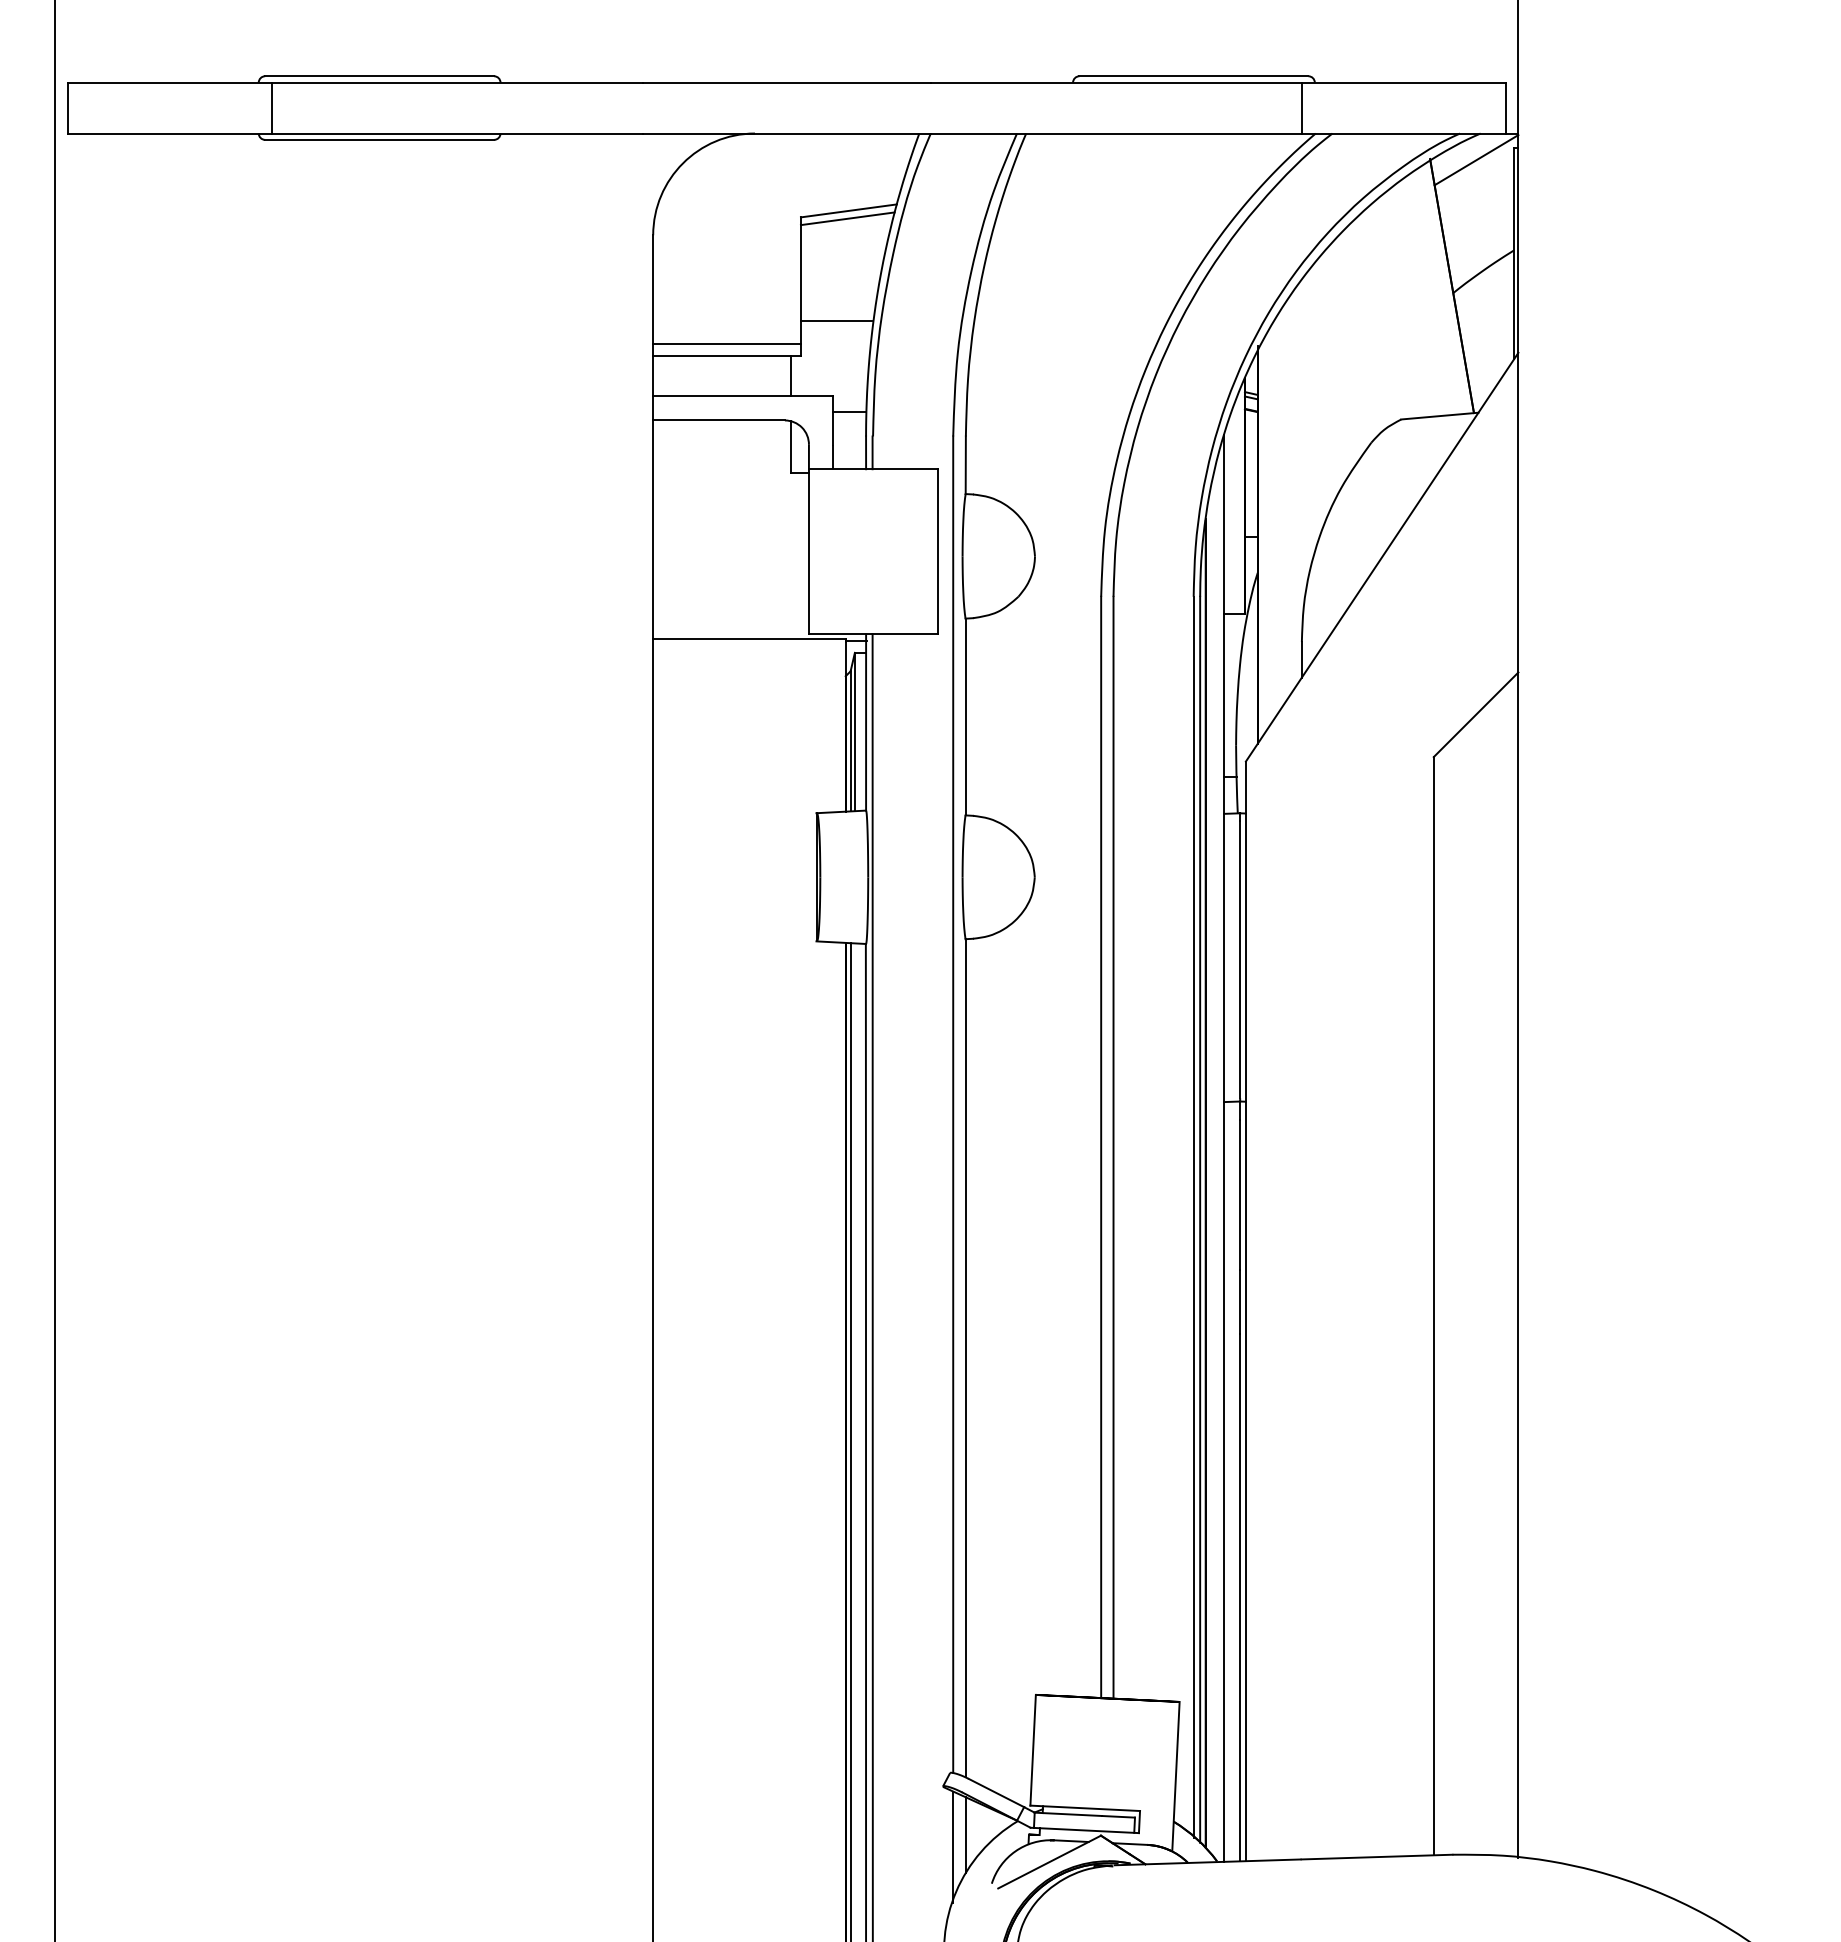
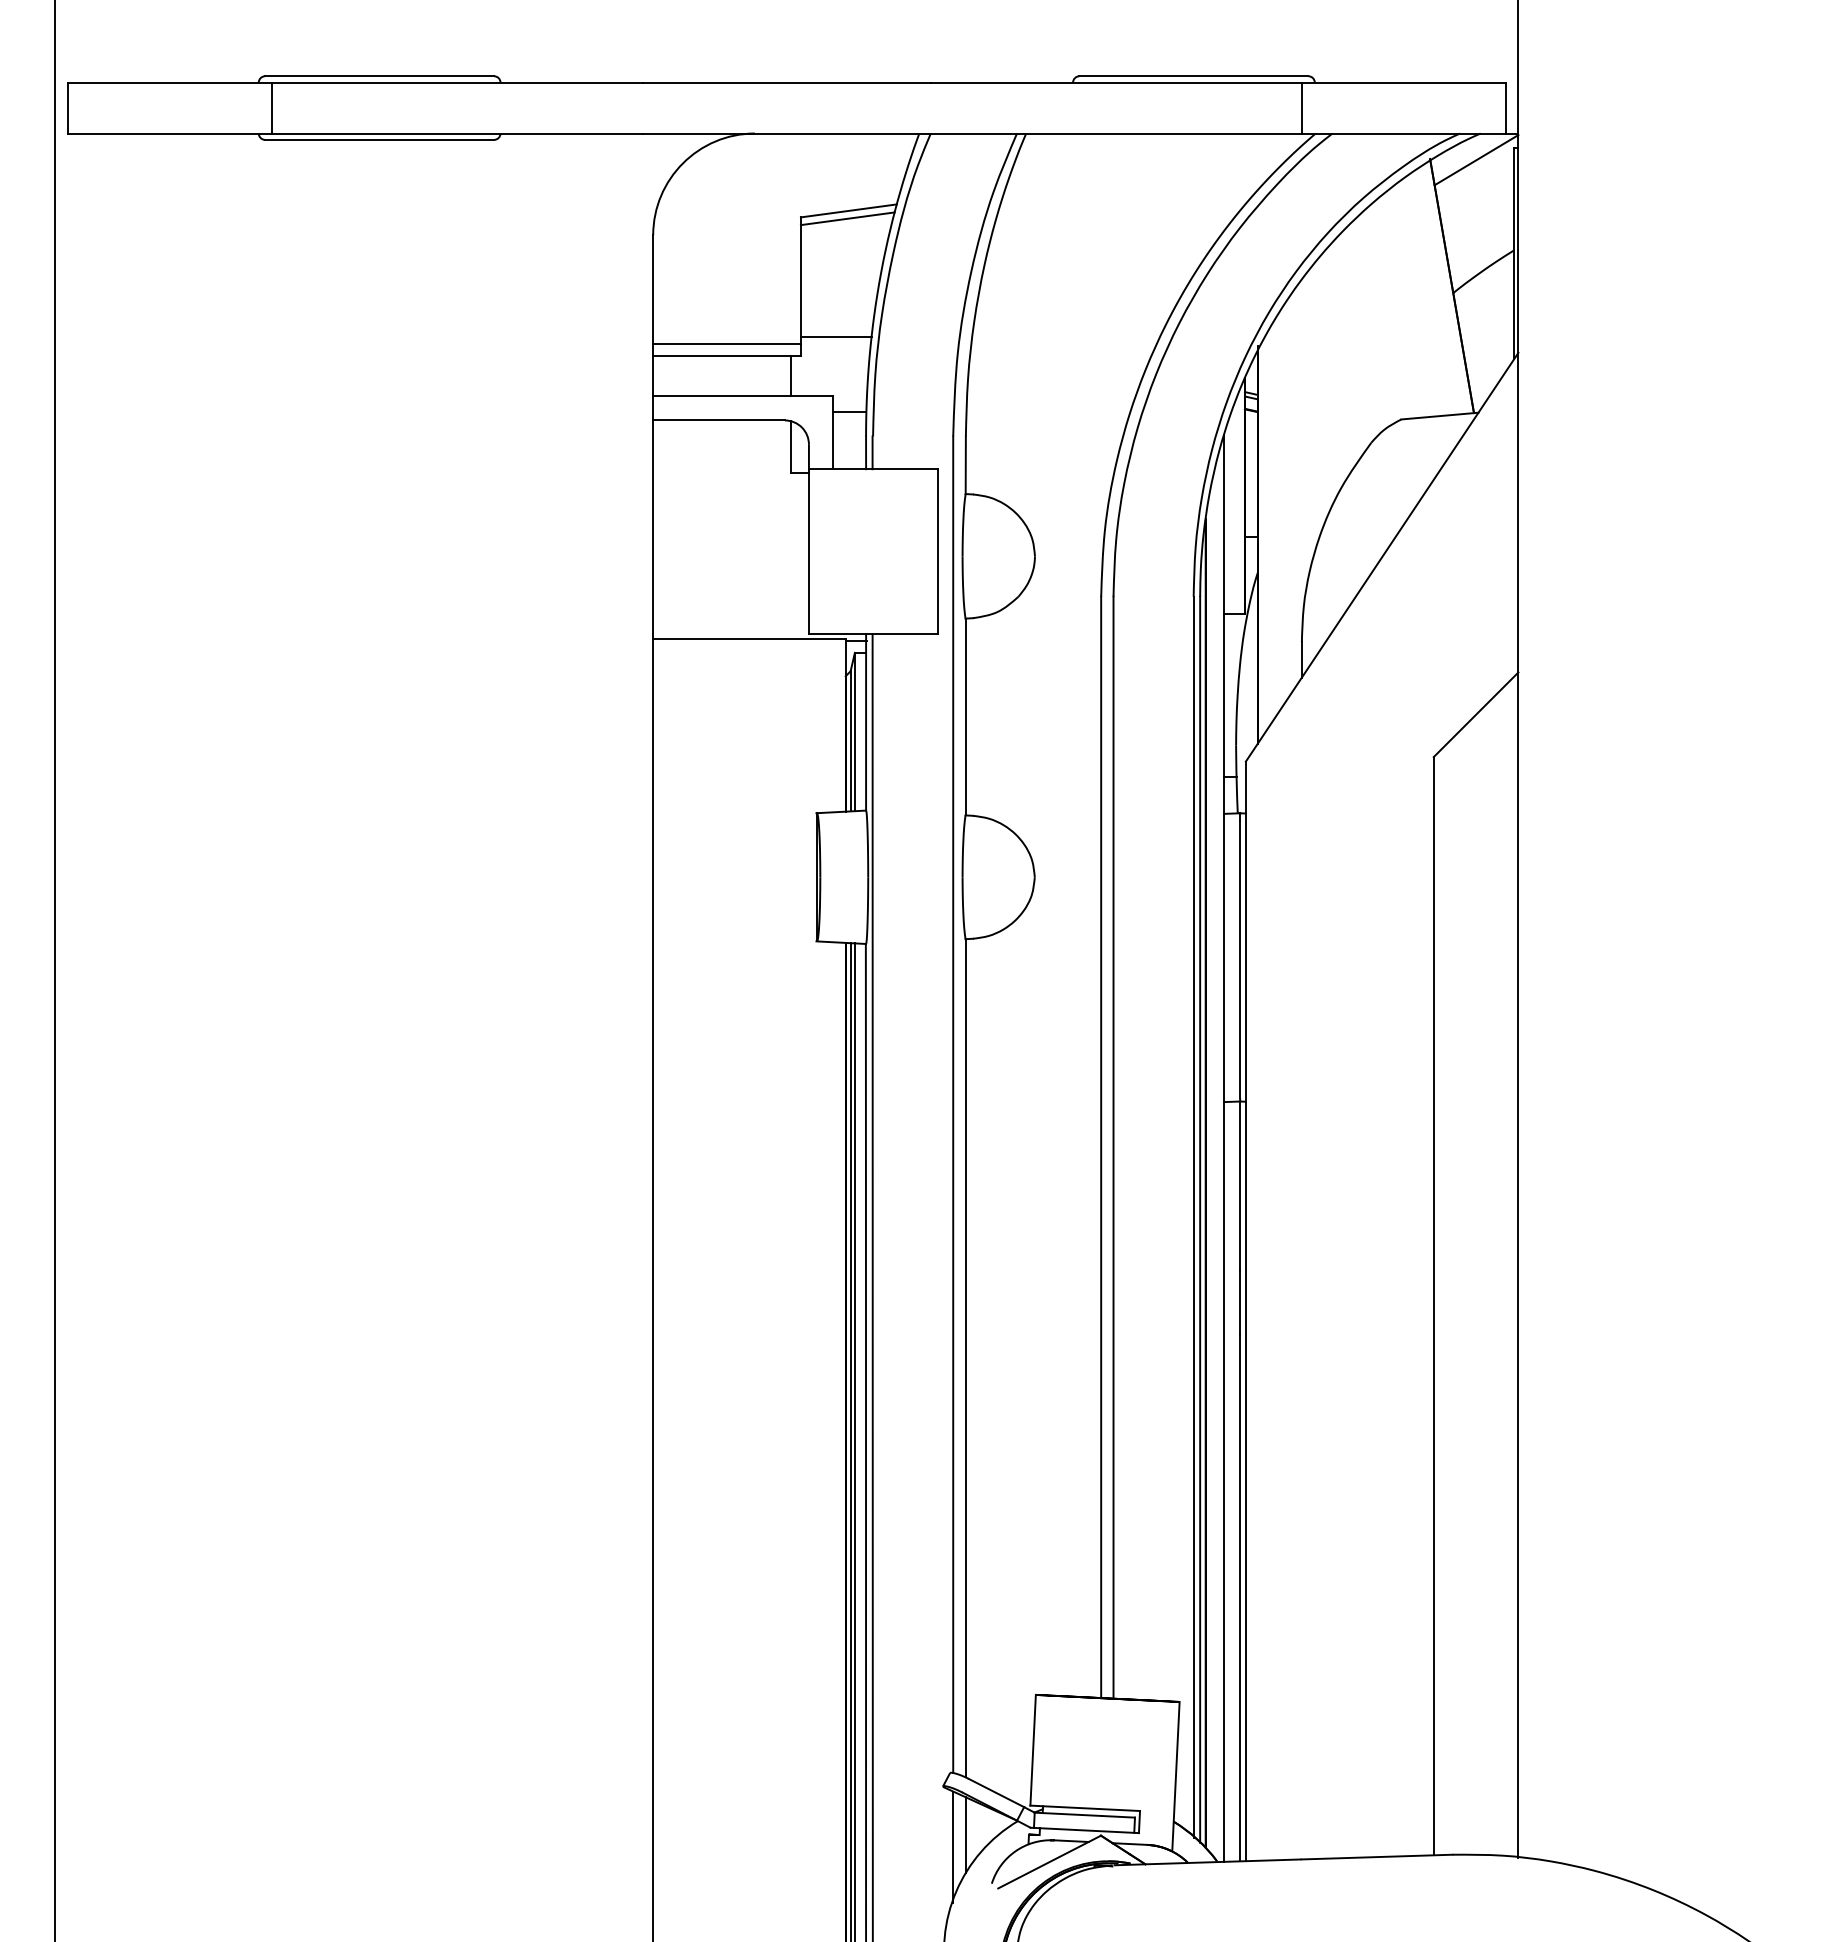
line at (835, 321) position: (835, 321) -> (835, 337)
line at (854, 1440): none -> present
